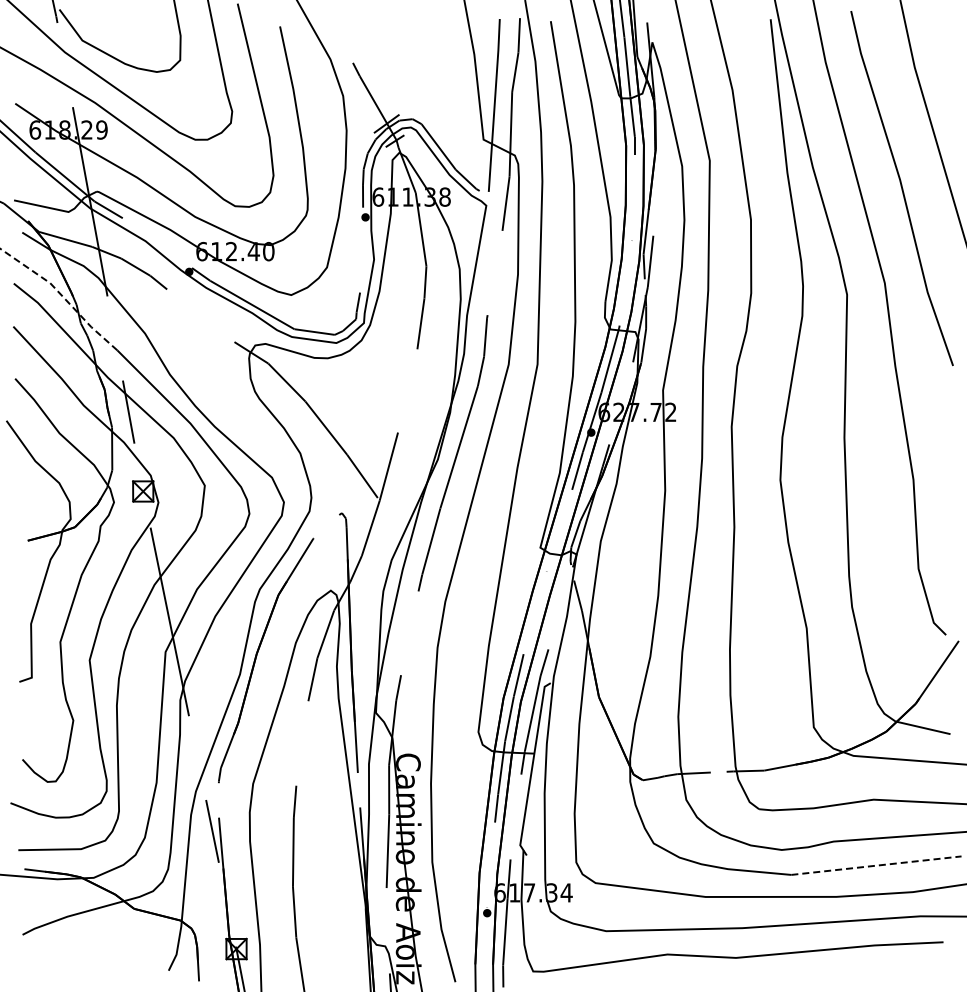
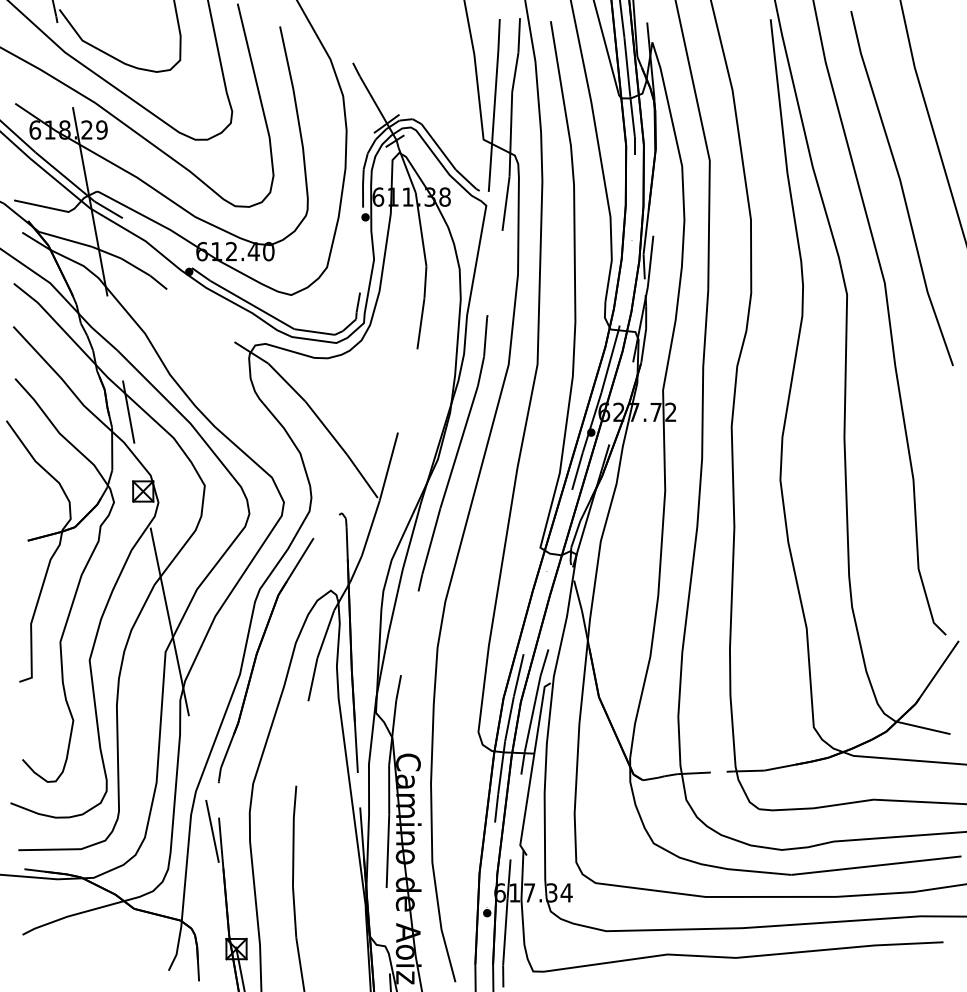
line at (61, 295): dashed -> solid
line at (876, 865): dashed -> solid
